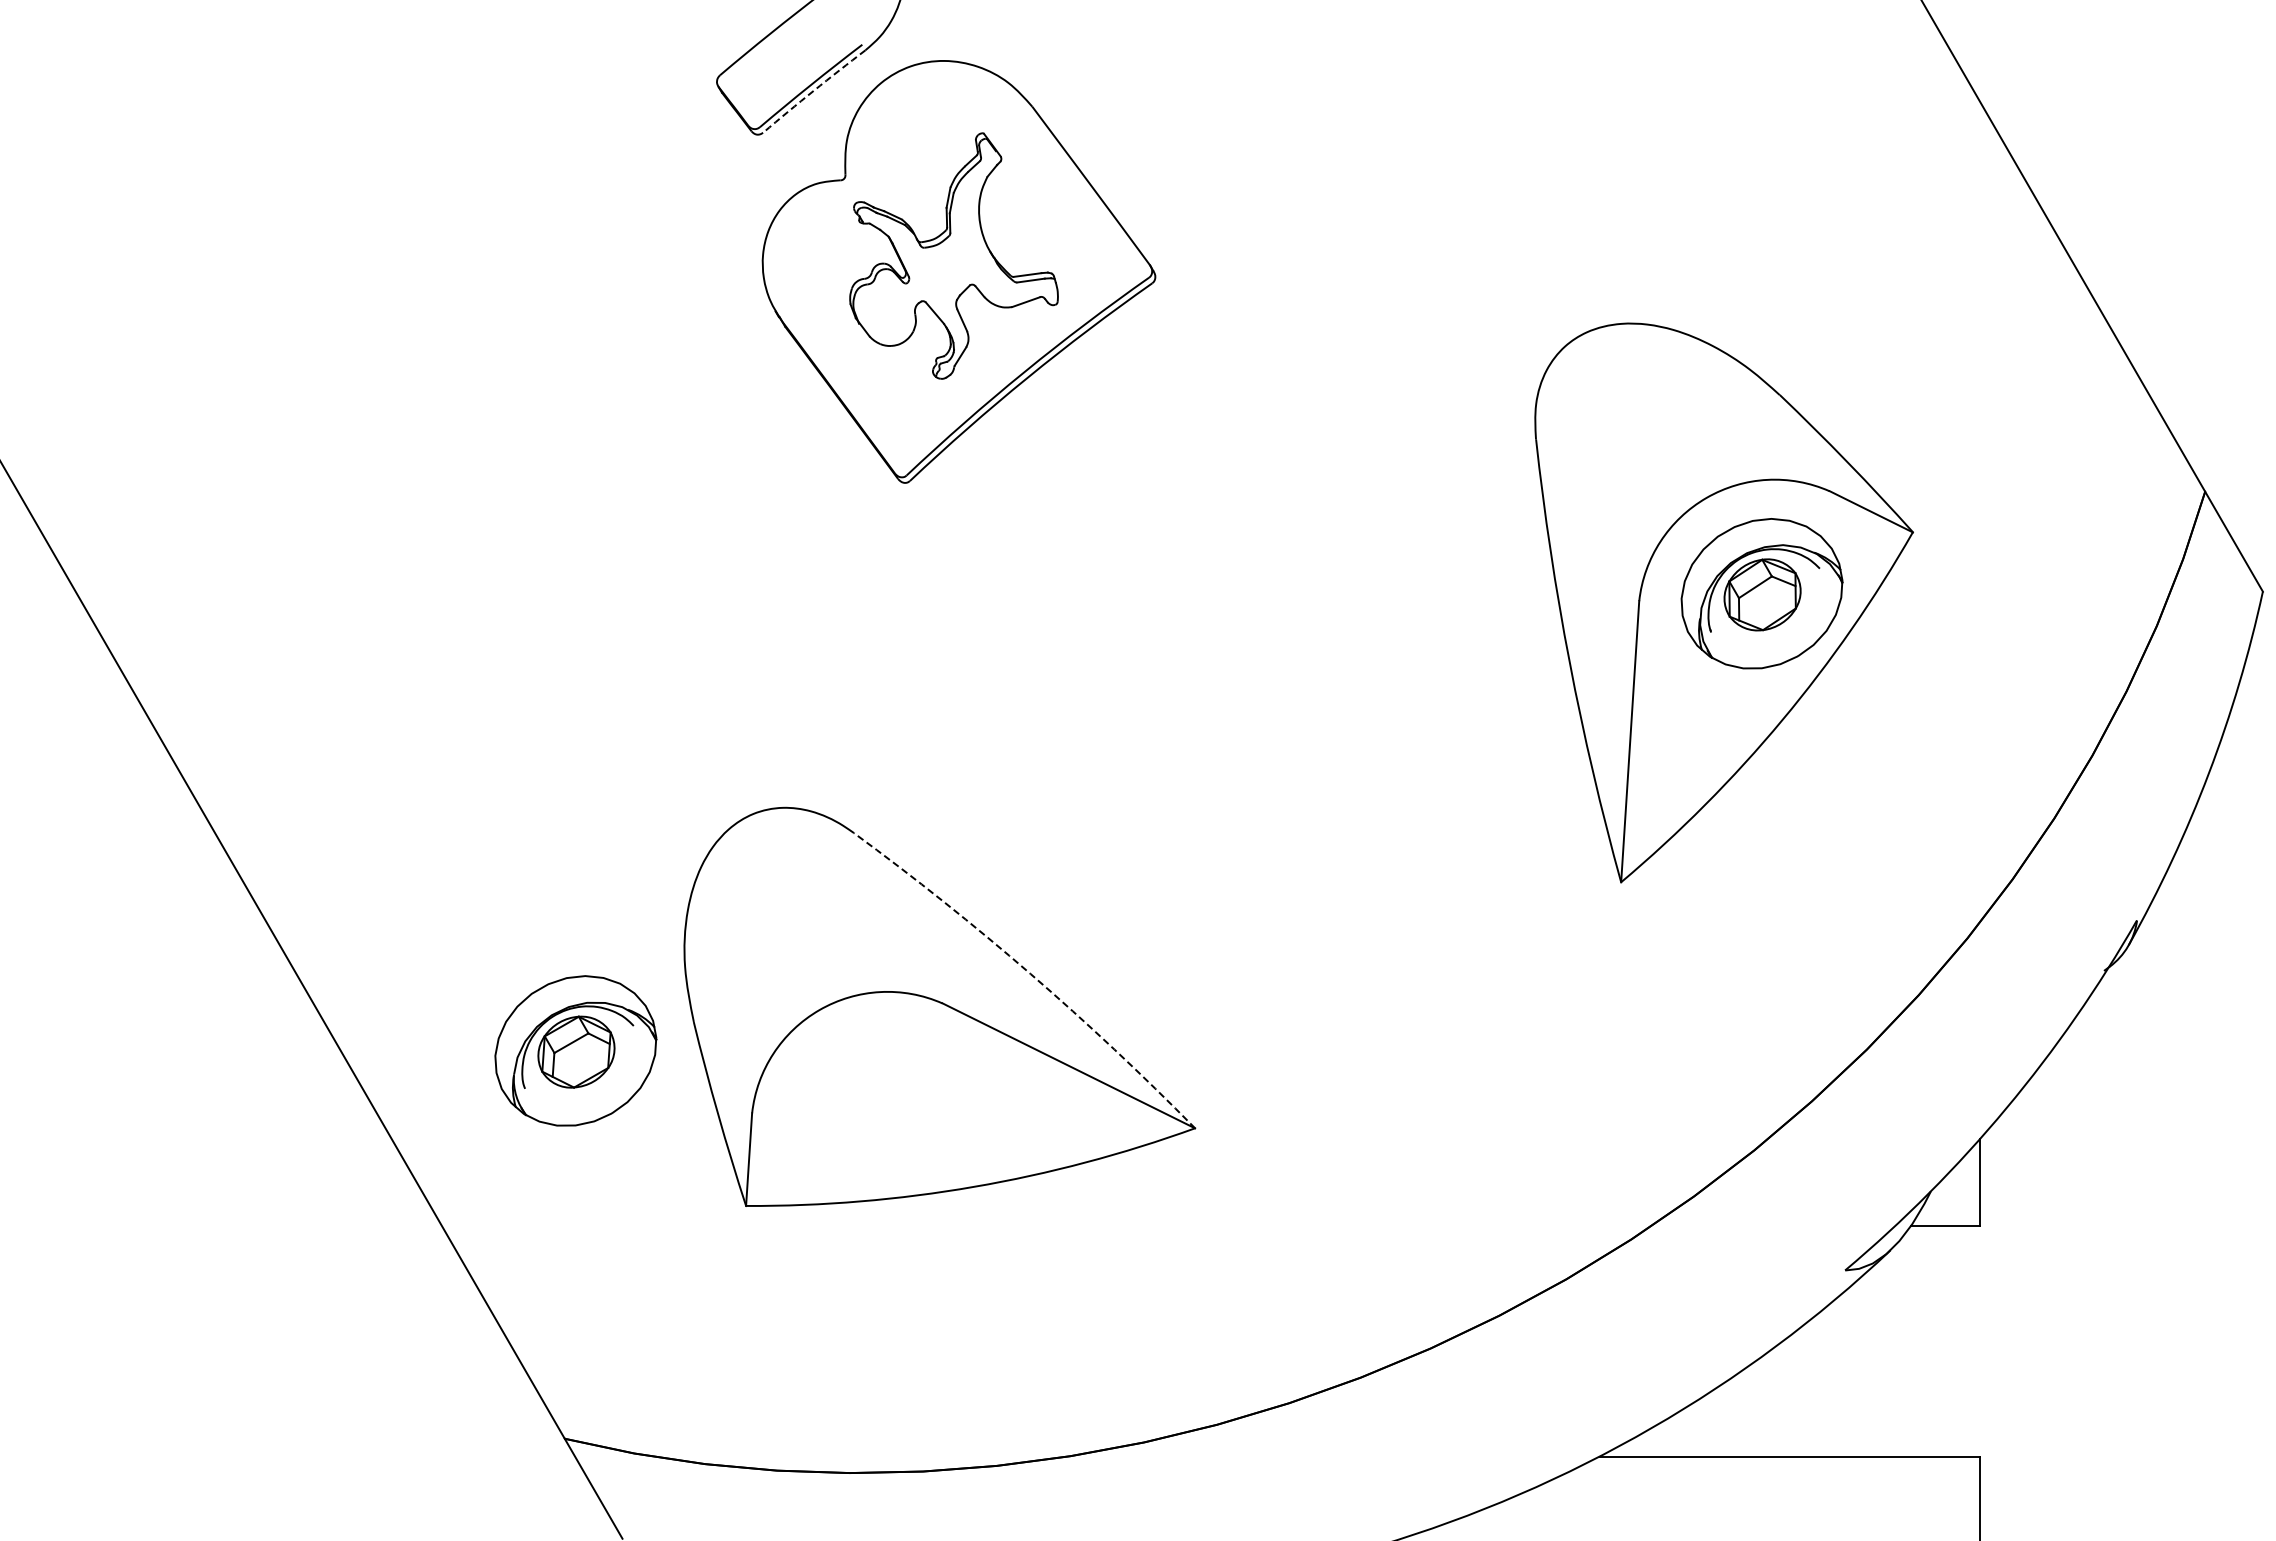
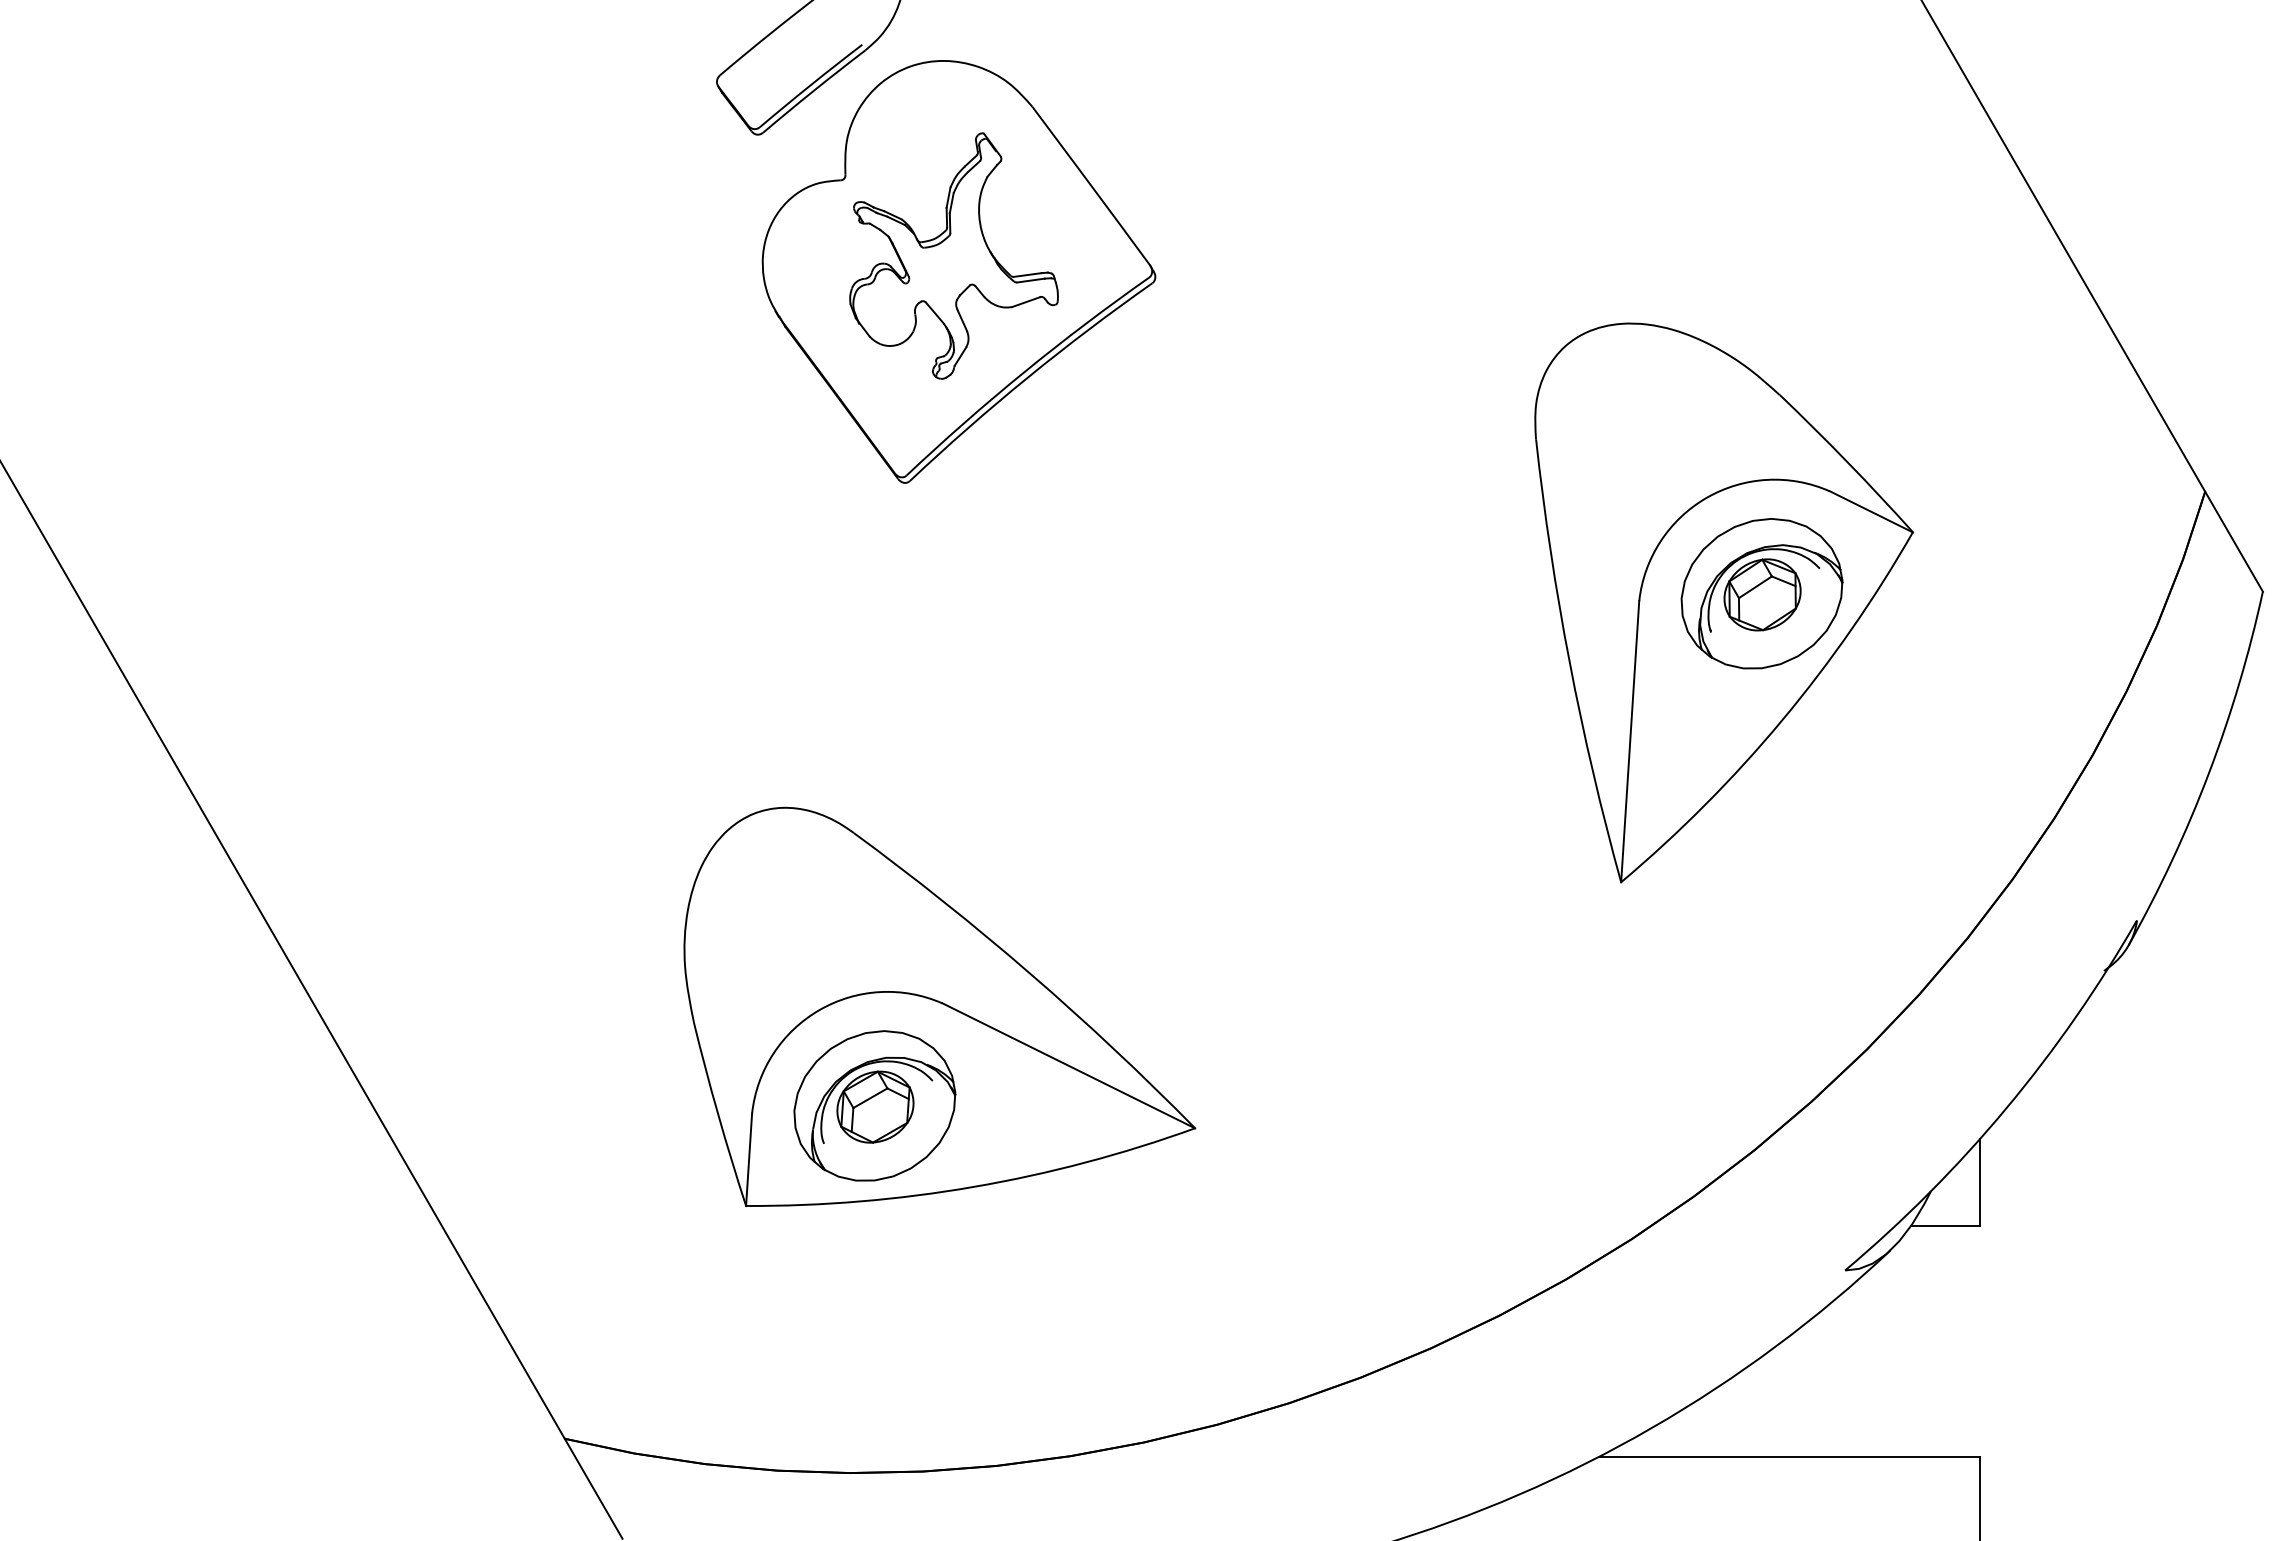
arc at (813, 90): dashed -> solid
arc at (1030, 973): dashed -> solid
part at (575, 1050) position: (575, 1050) -> (874, 1105)
